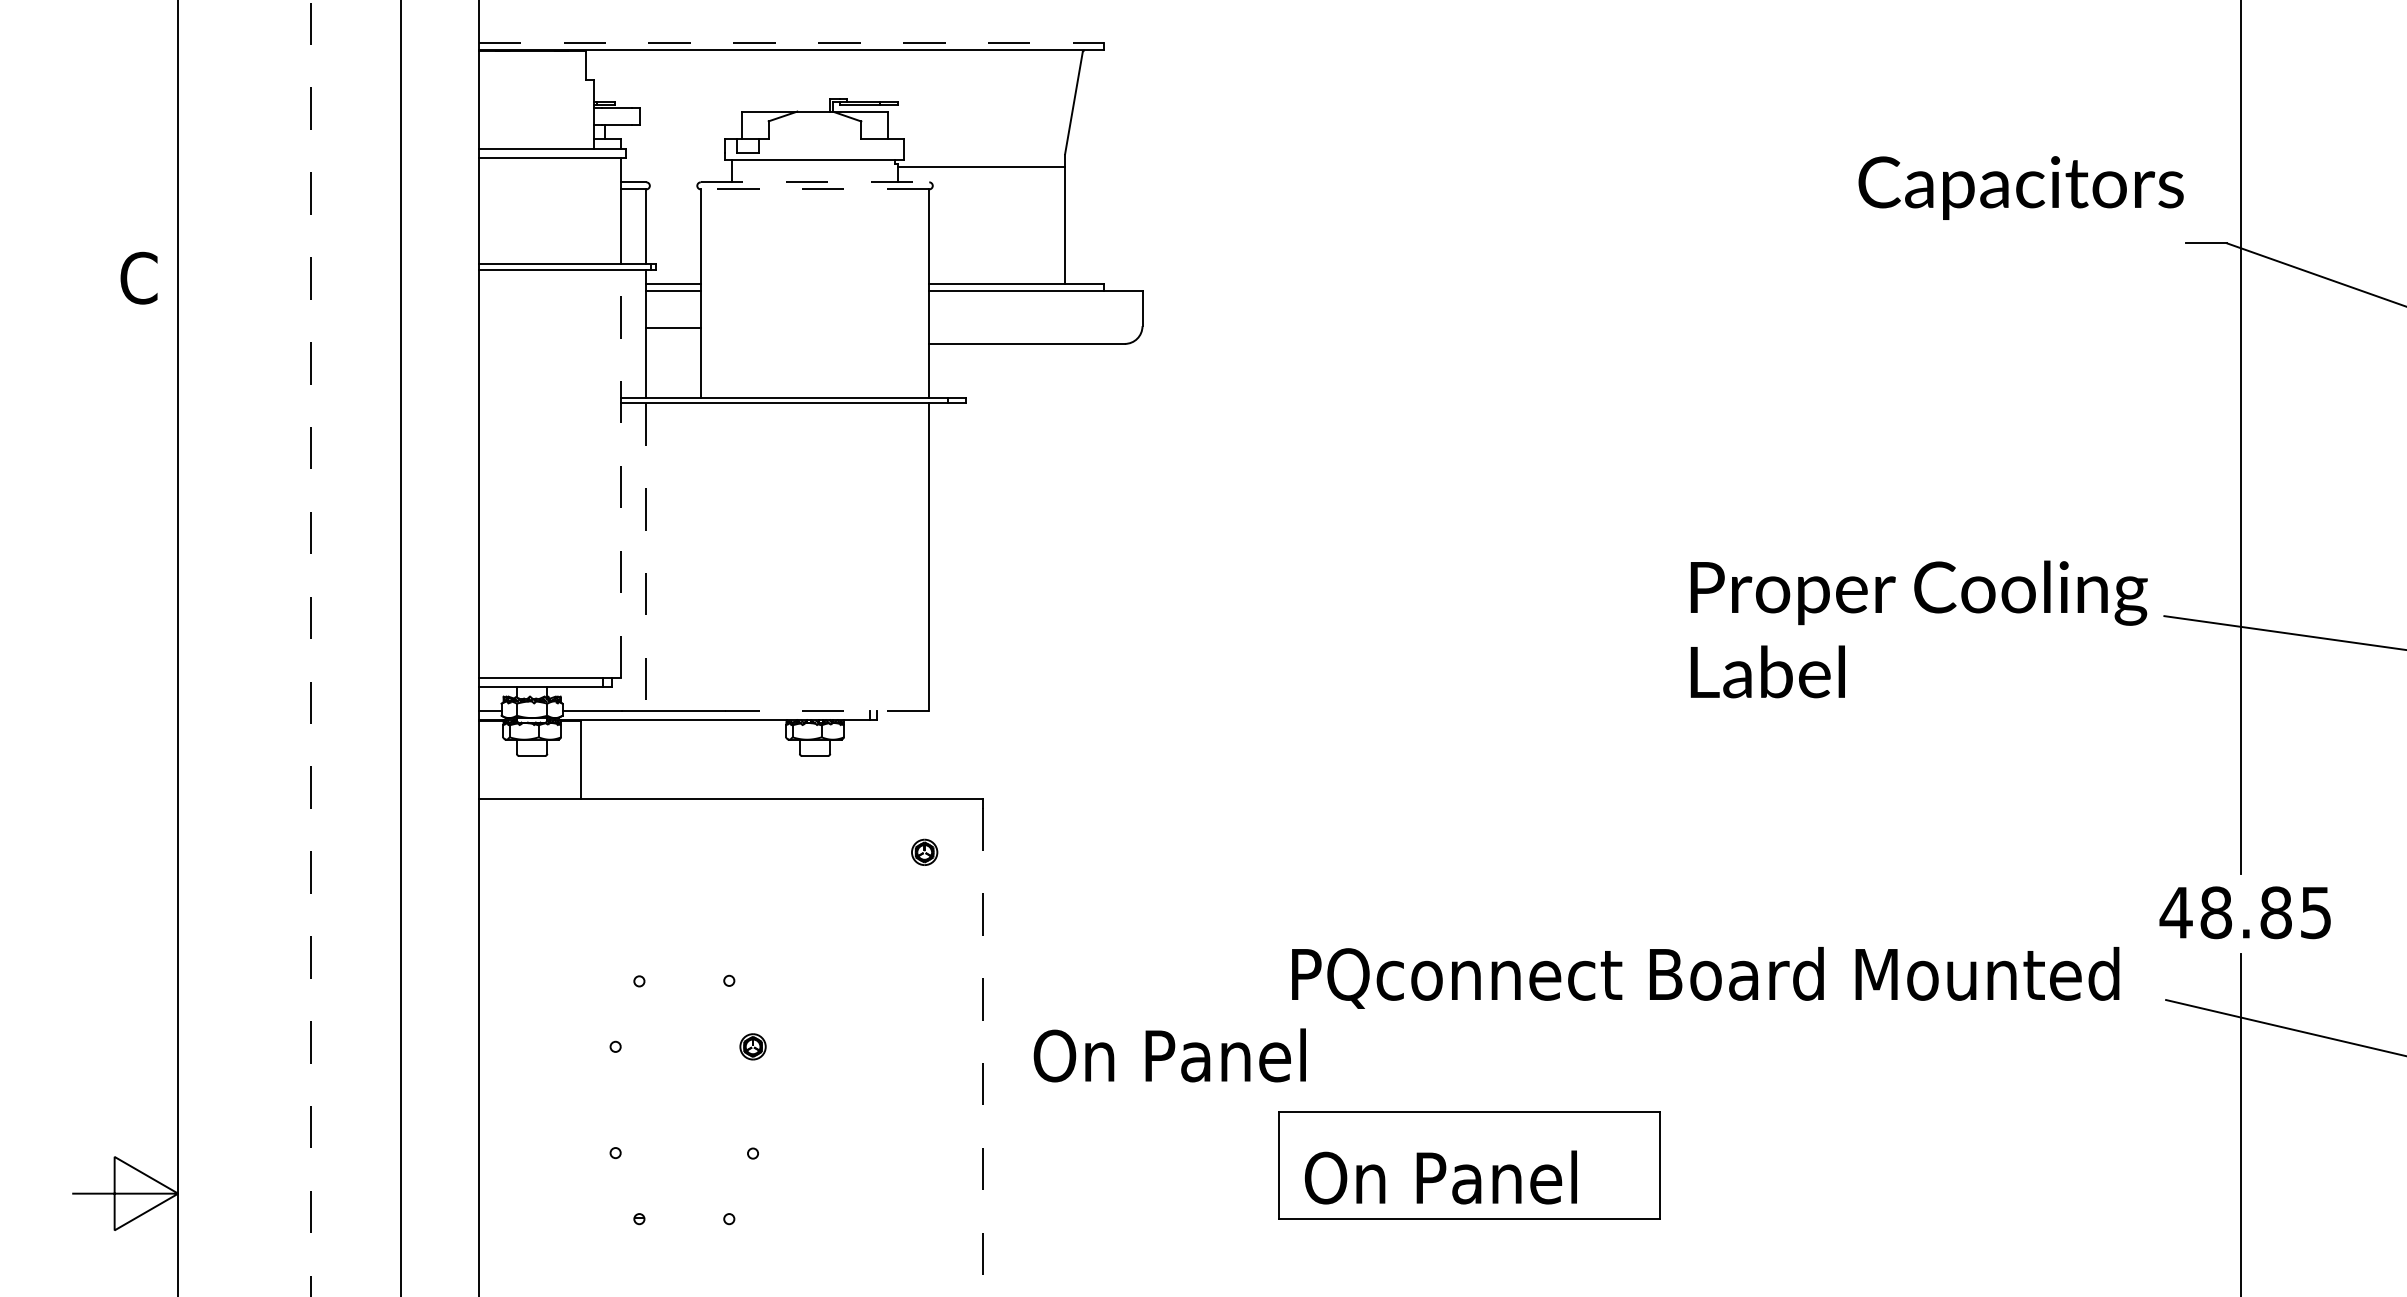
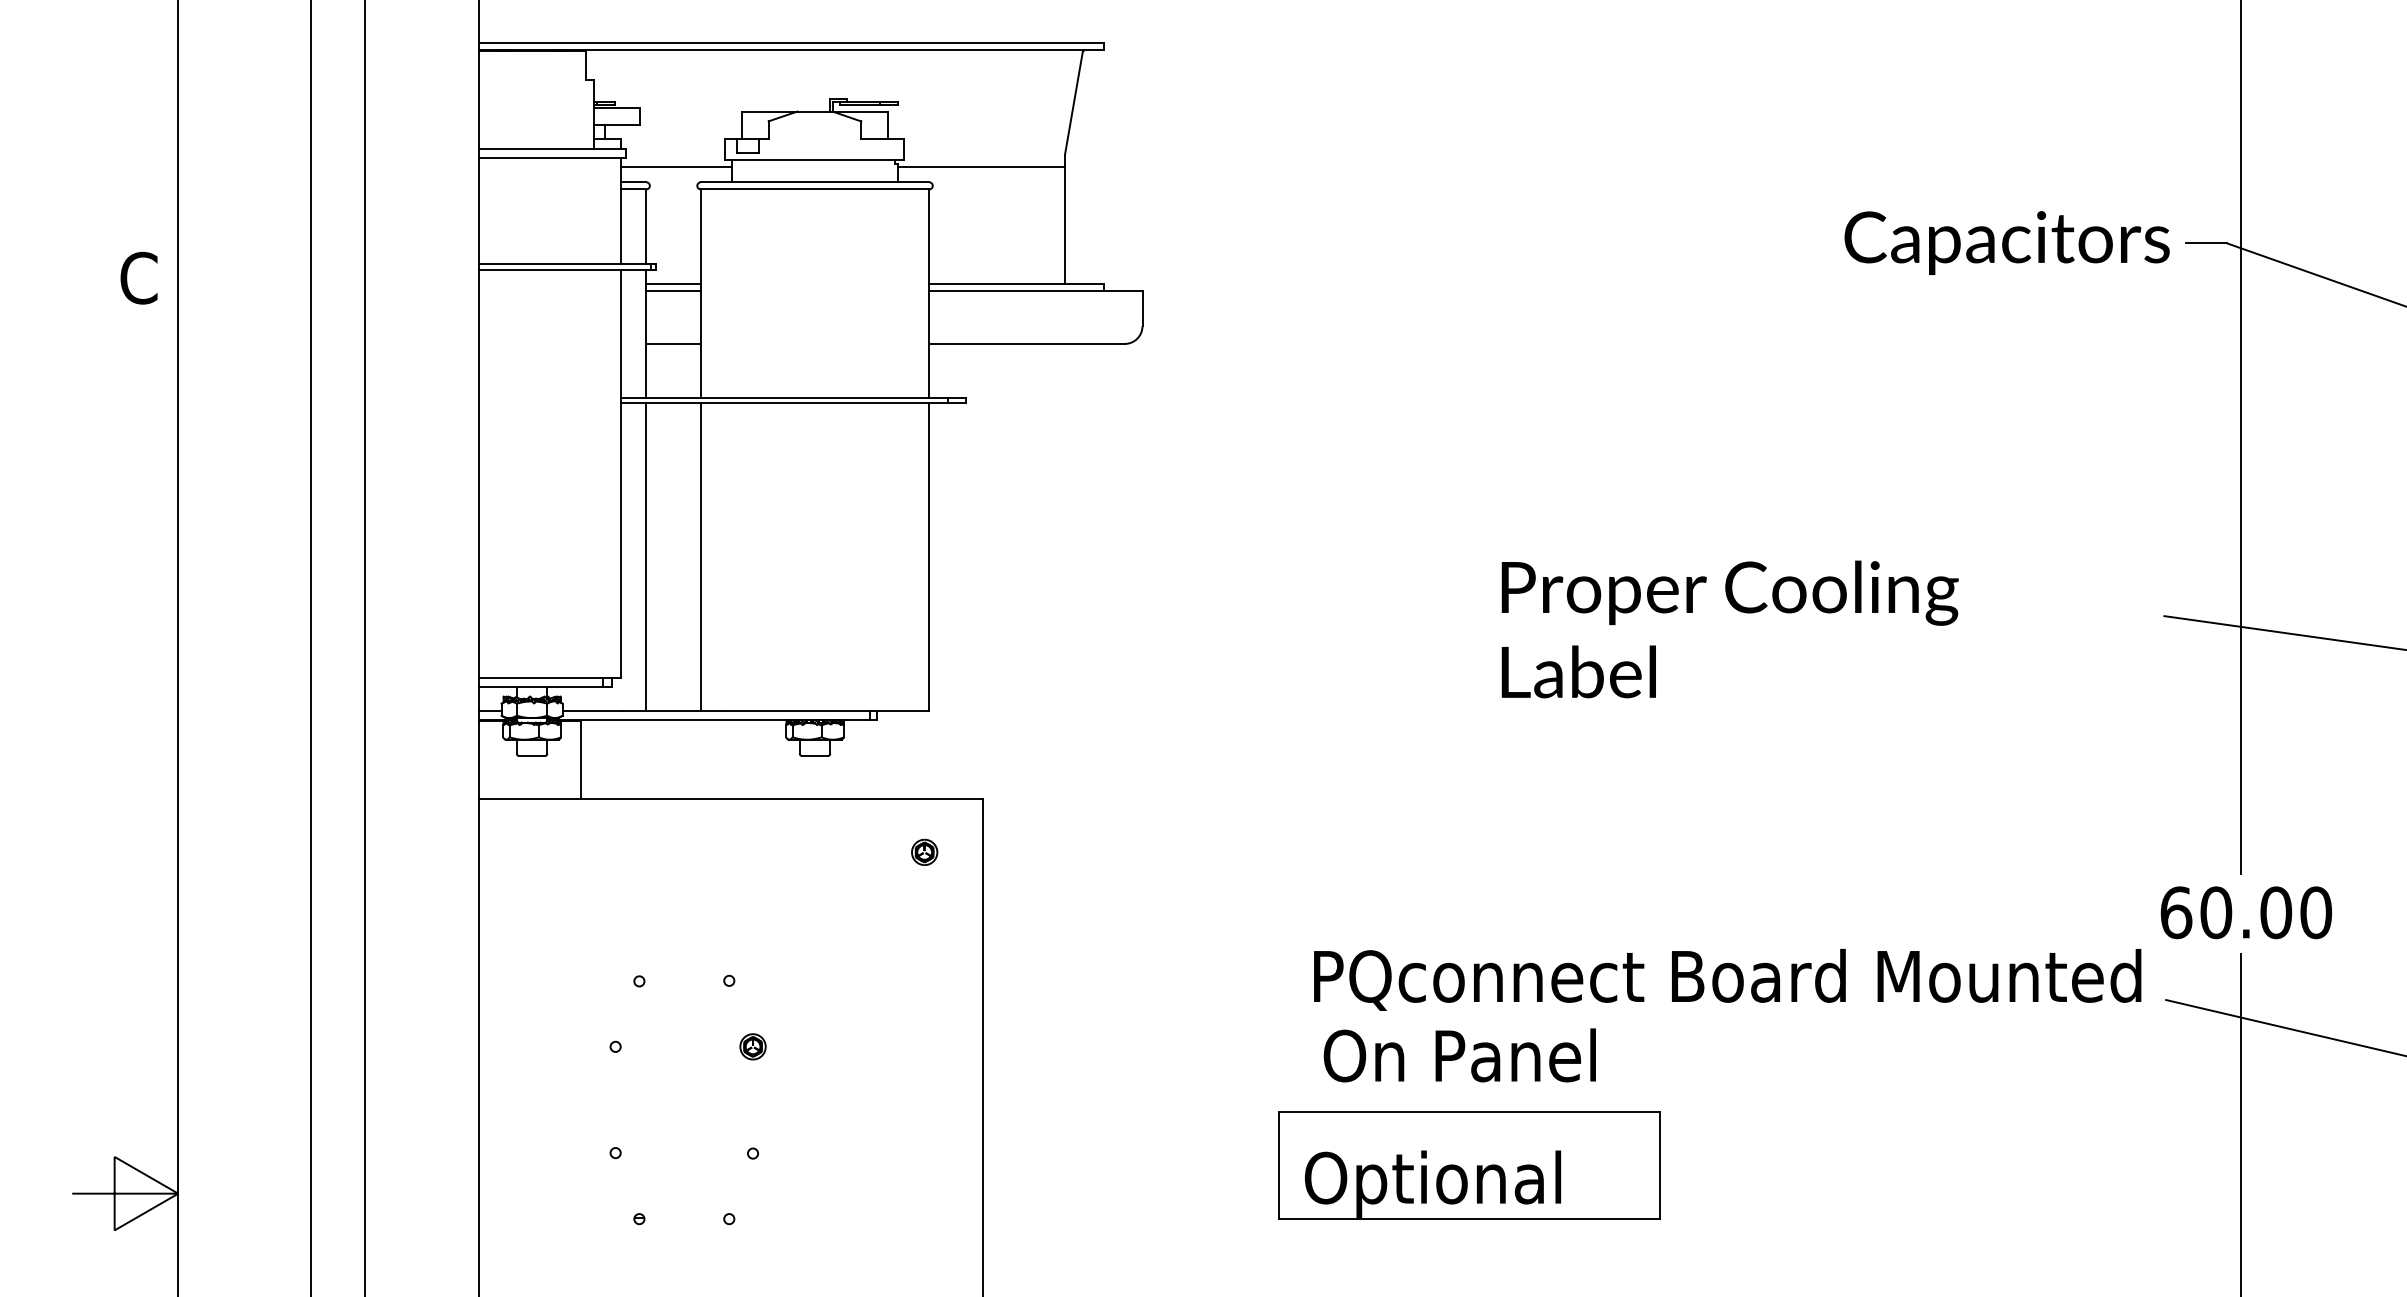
line at (791, 43): dashed -> solid
line at (676, 167): none -> present
line at (815, 182): dashed -> solid
text at (2020, 187) position: (2020, 187) -> (2006, 242)
line at (814, 189): dashed -> solid
line at (673, 327) position: (673, 327) -> (673, 343)
line at (621, 473): dashed -> solid
line at (646, 557): dashed -> solid
line at (700, 557): none -> present
text at (1918, 629) position: (1918, 629) -> (1729, 629)
line at (400, 647) position: (400, 647) -> (364, 647)
line at (311, 648): dashed -> solid
line at (827, 711): dashed -> solid
text at (2245, 912): 48.85 -> 60.00
text at (1705, 977) position: (1705, 977) -> (1727, 979)
line at (983, 1053): dashed -> solid
text at (1169, 1055) position: (1169, 1055) -> (1459, 1055)
text at (1466, 1183): On Panel -> Optional
